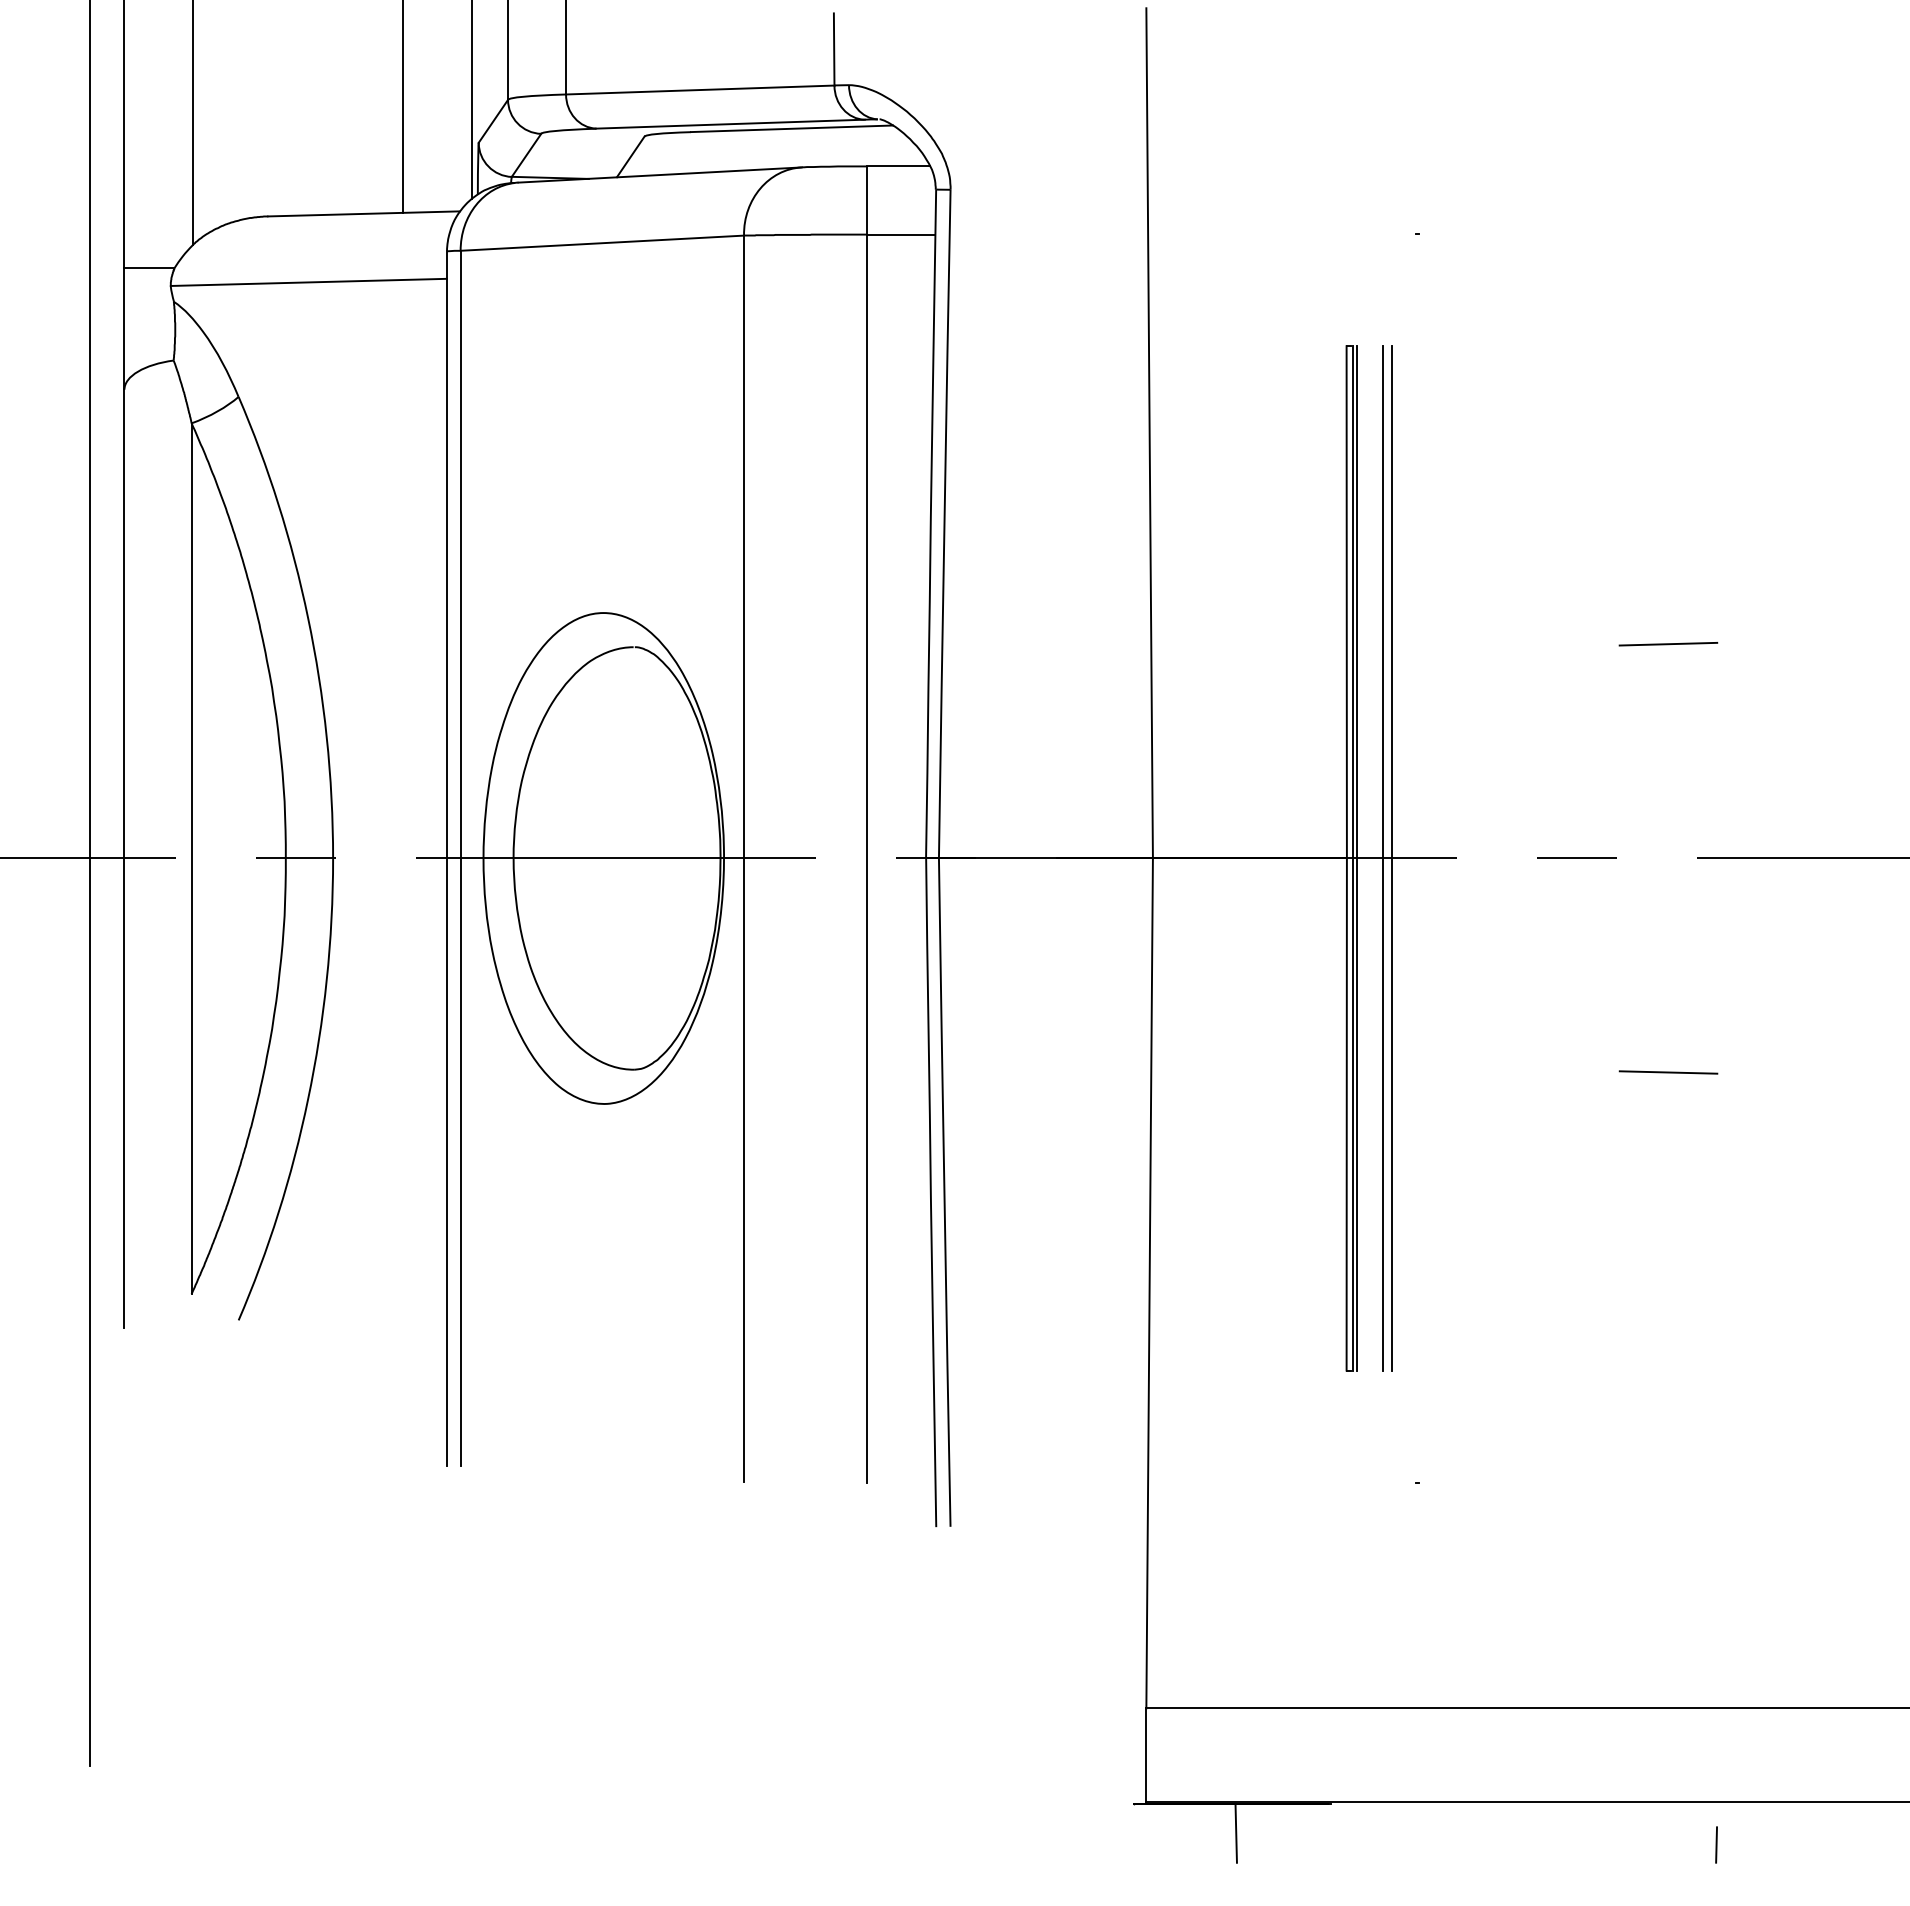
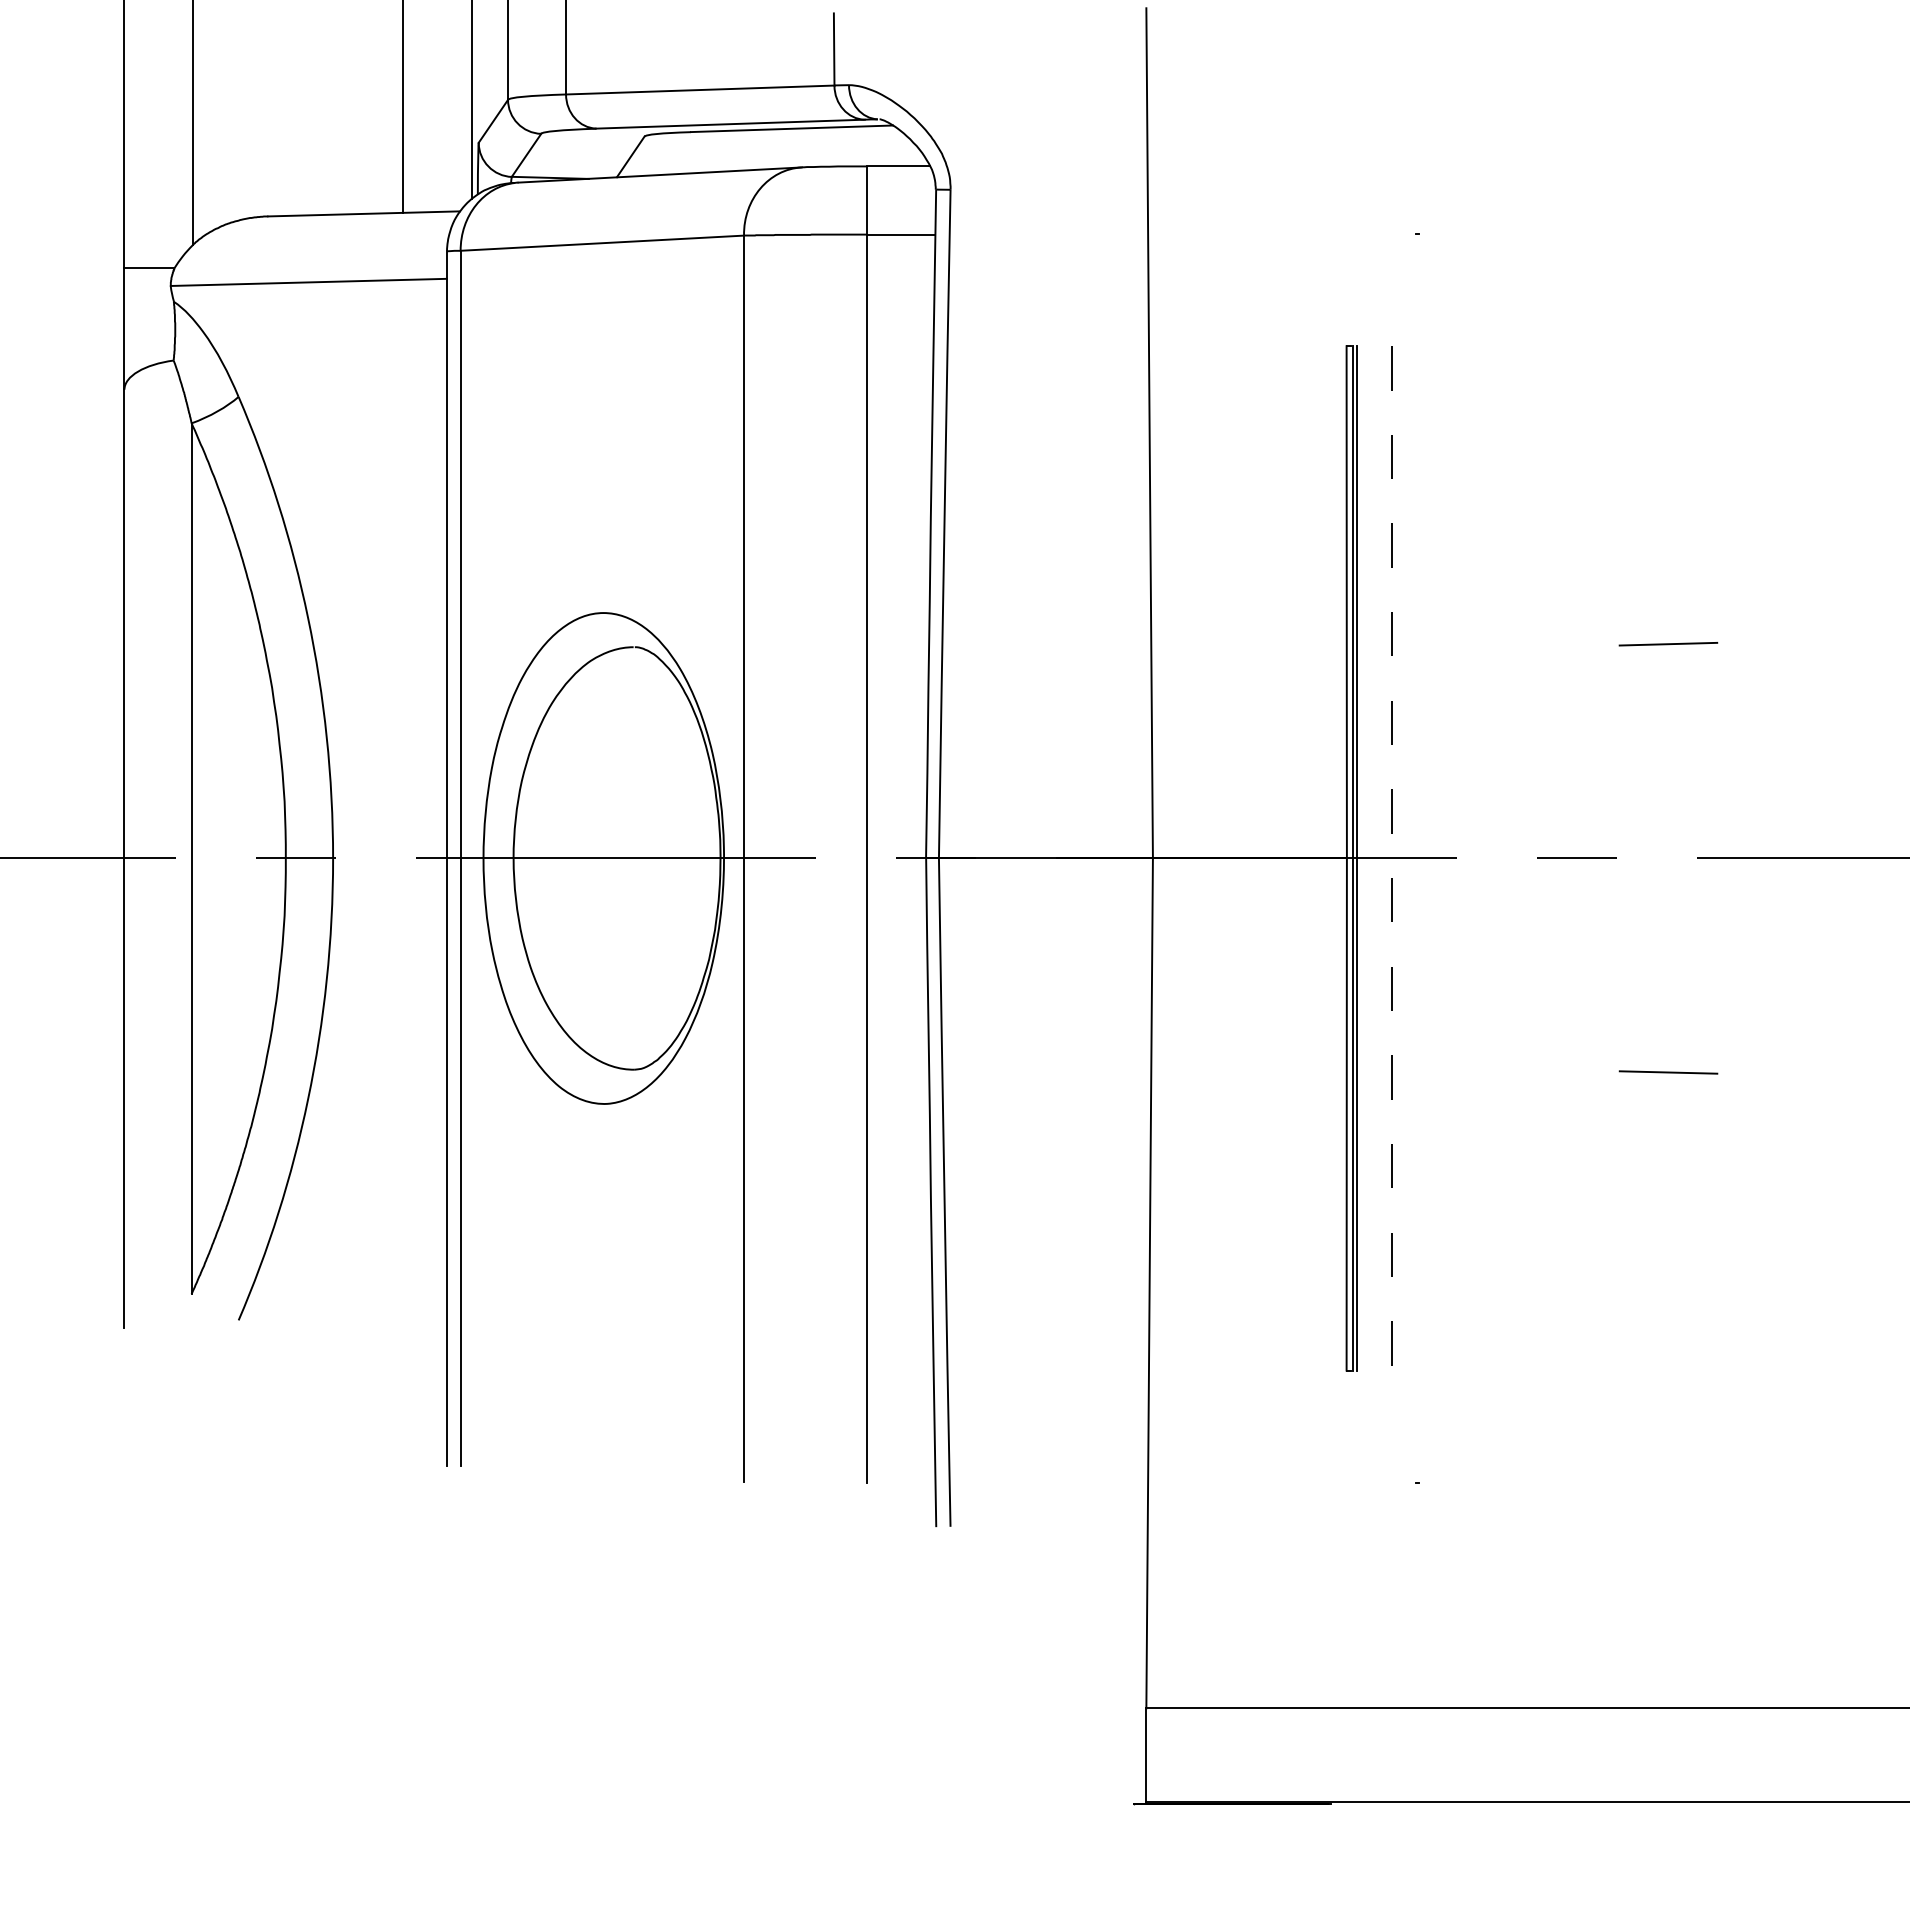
line at (1383, 858): present -> none
line at (1392, 858): solid -> dashed
line at (90, 883): present -> none
line at (1235, 1832): present -> none
line at (1716, 1844): present -> none
